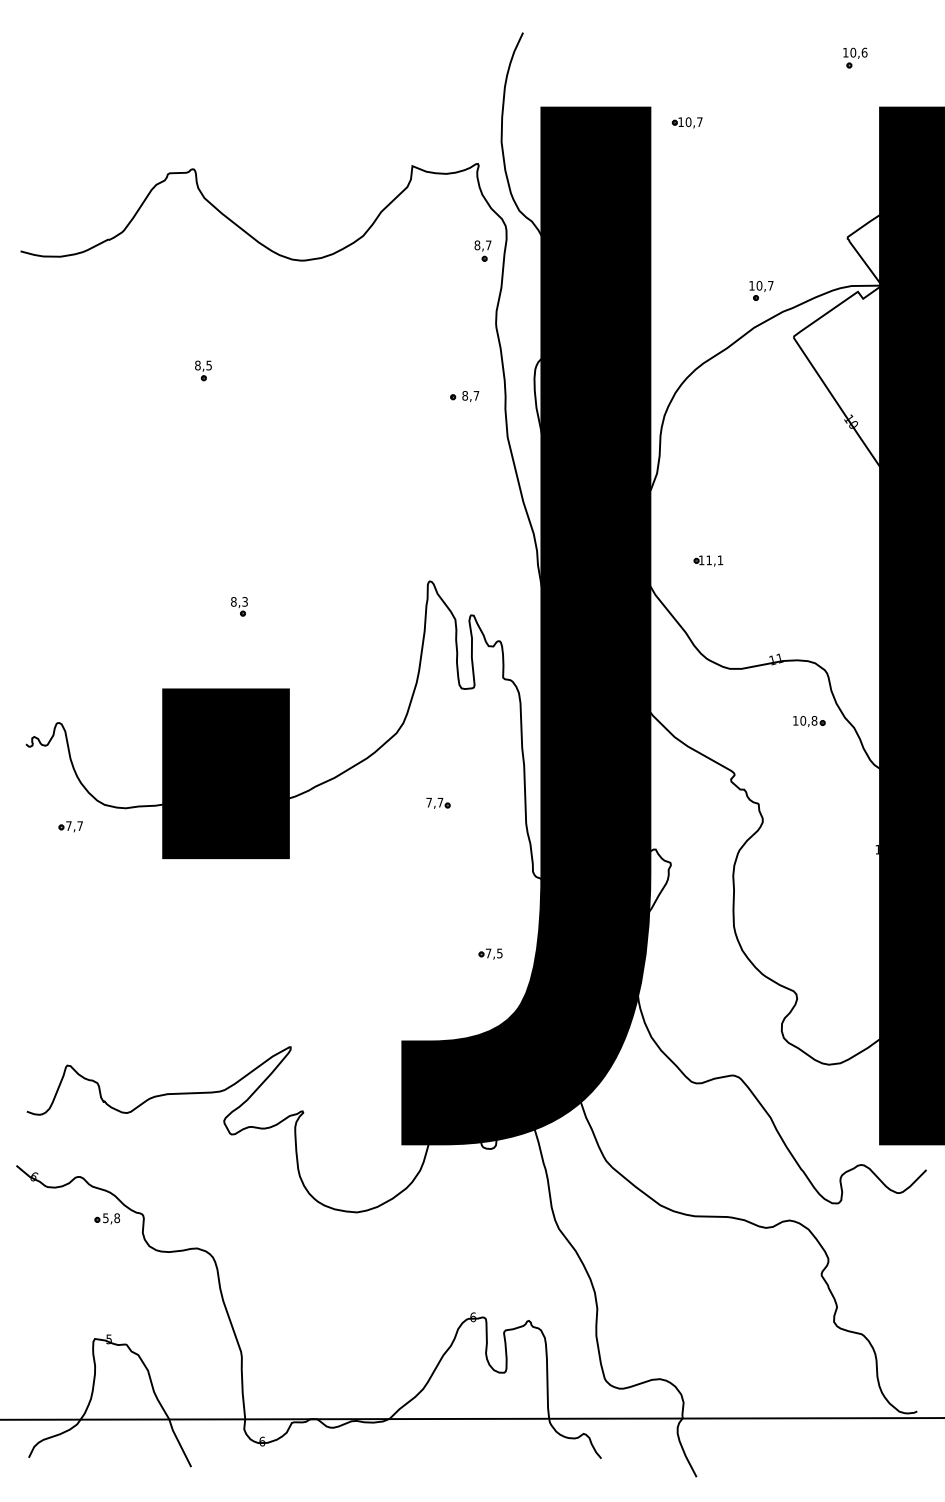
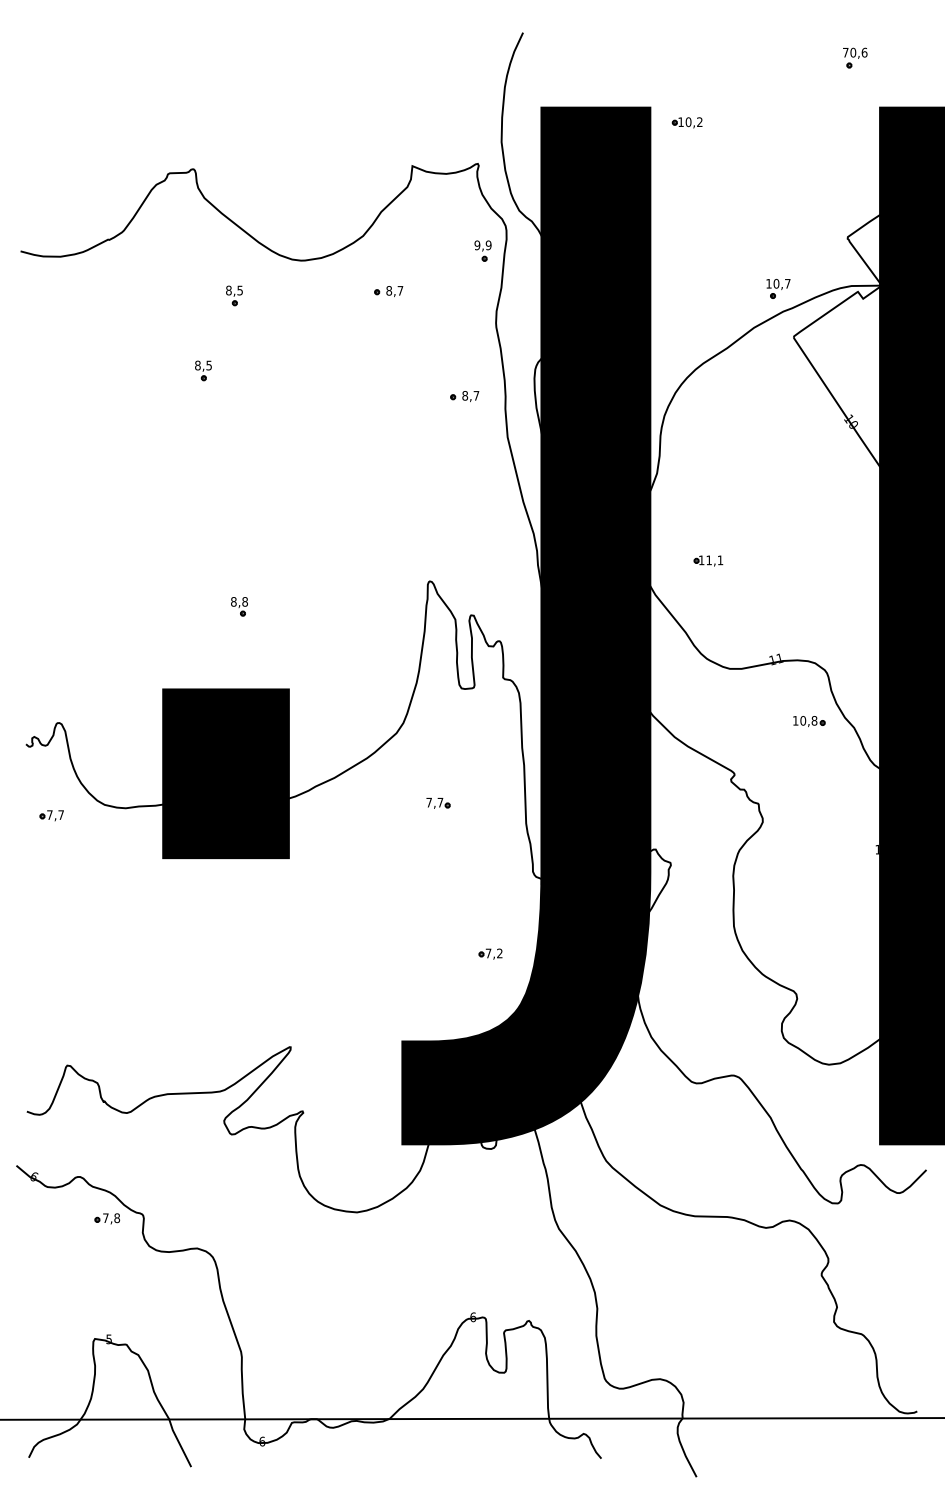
text at (845, 52): 10,6 -> 70,6
text at (699, 121): 10,7 -> 10,2
text at (482, 245): 8,7 -> 9,9
part at (761, 290) position: (761, 290) -> (778, 288)
part at (388, 291): none -> present
part at (234, 295): none -> present
text at (244, 601): 8,3 -> 8,8
part at (70, 826) position: (70, 826) -> (51, 815)
text at (499, 953): 7,5 -> 7,2
text at (105, 1218): 5,8 -> 7,8
